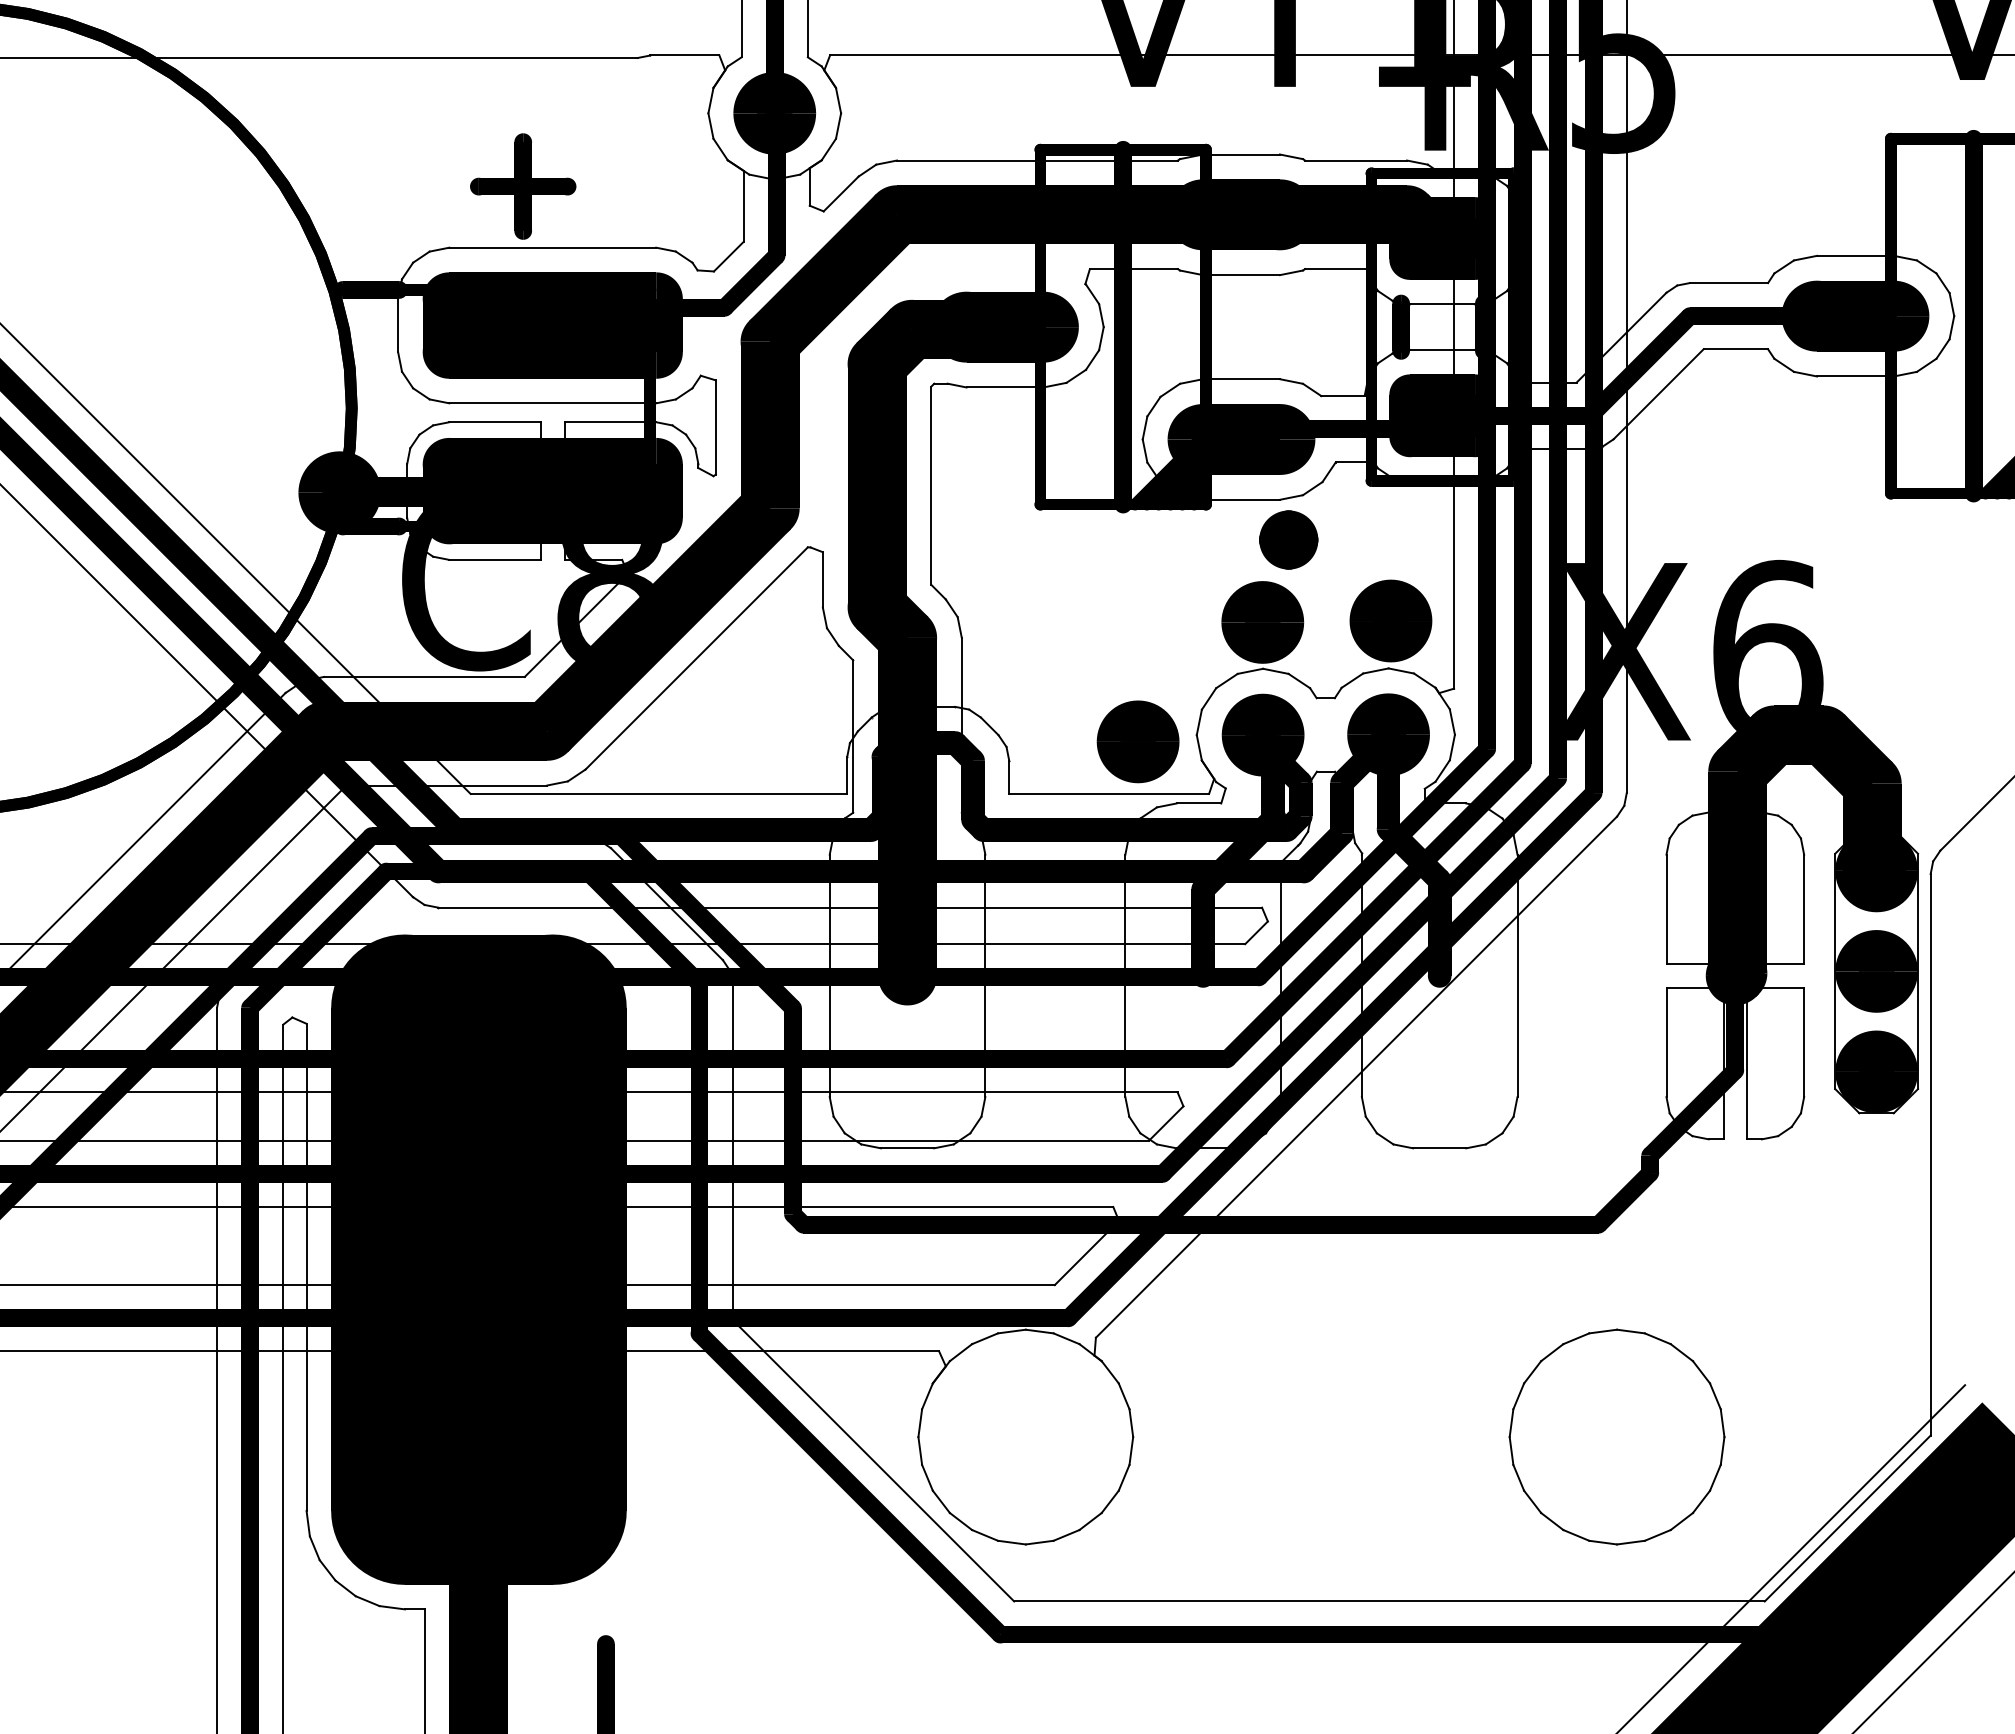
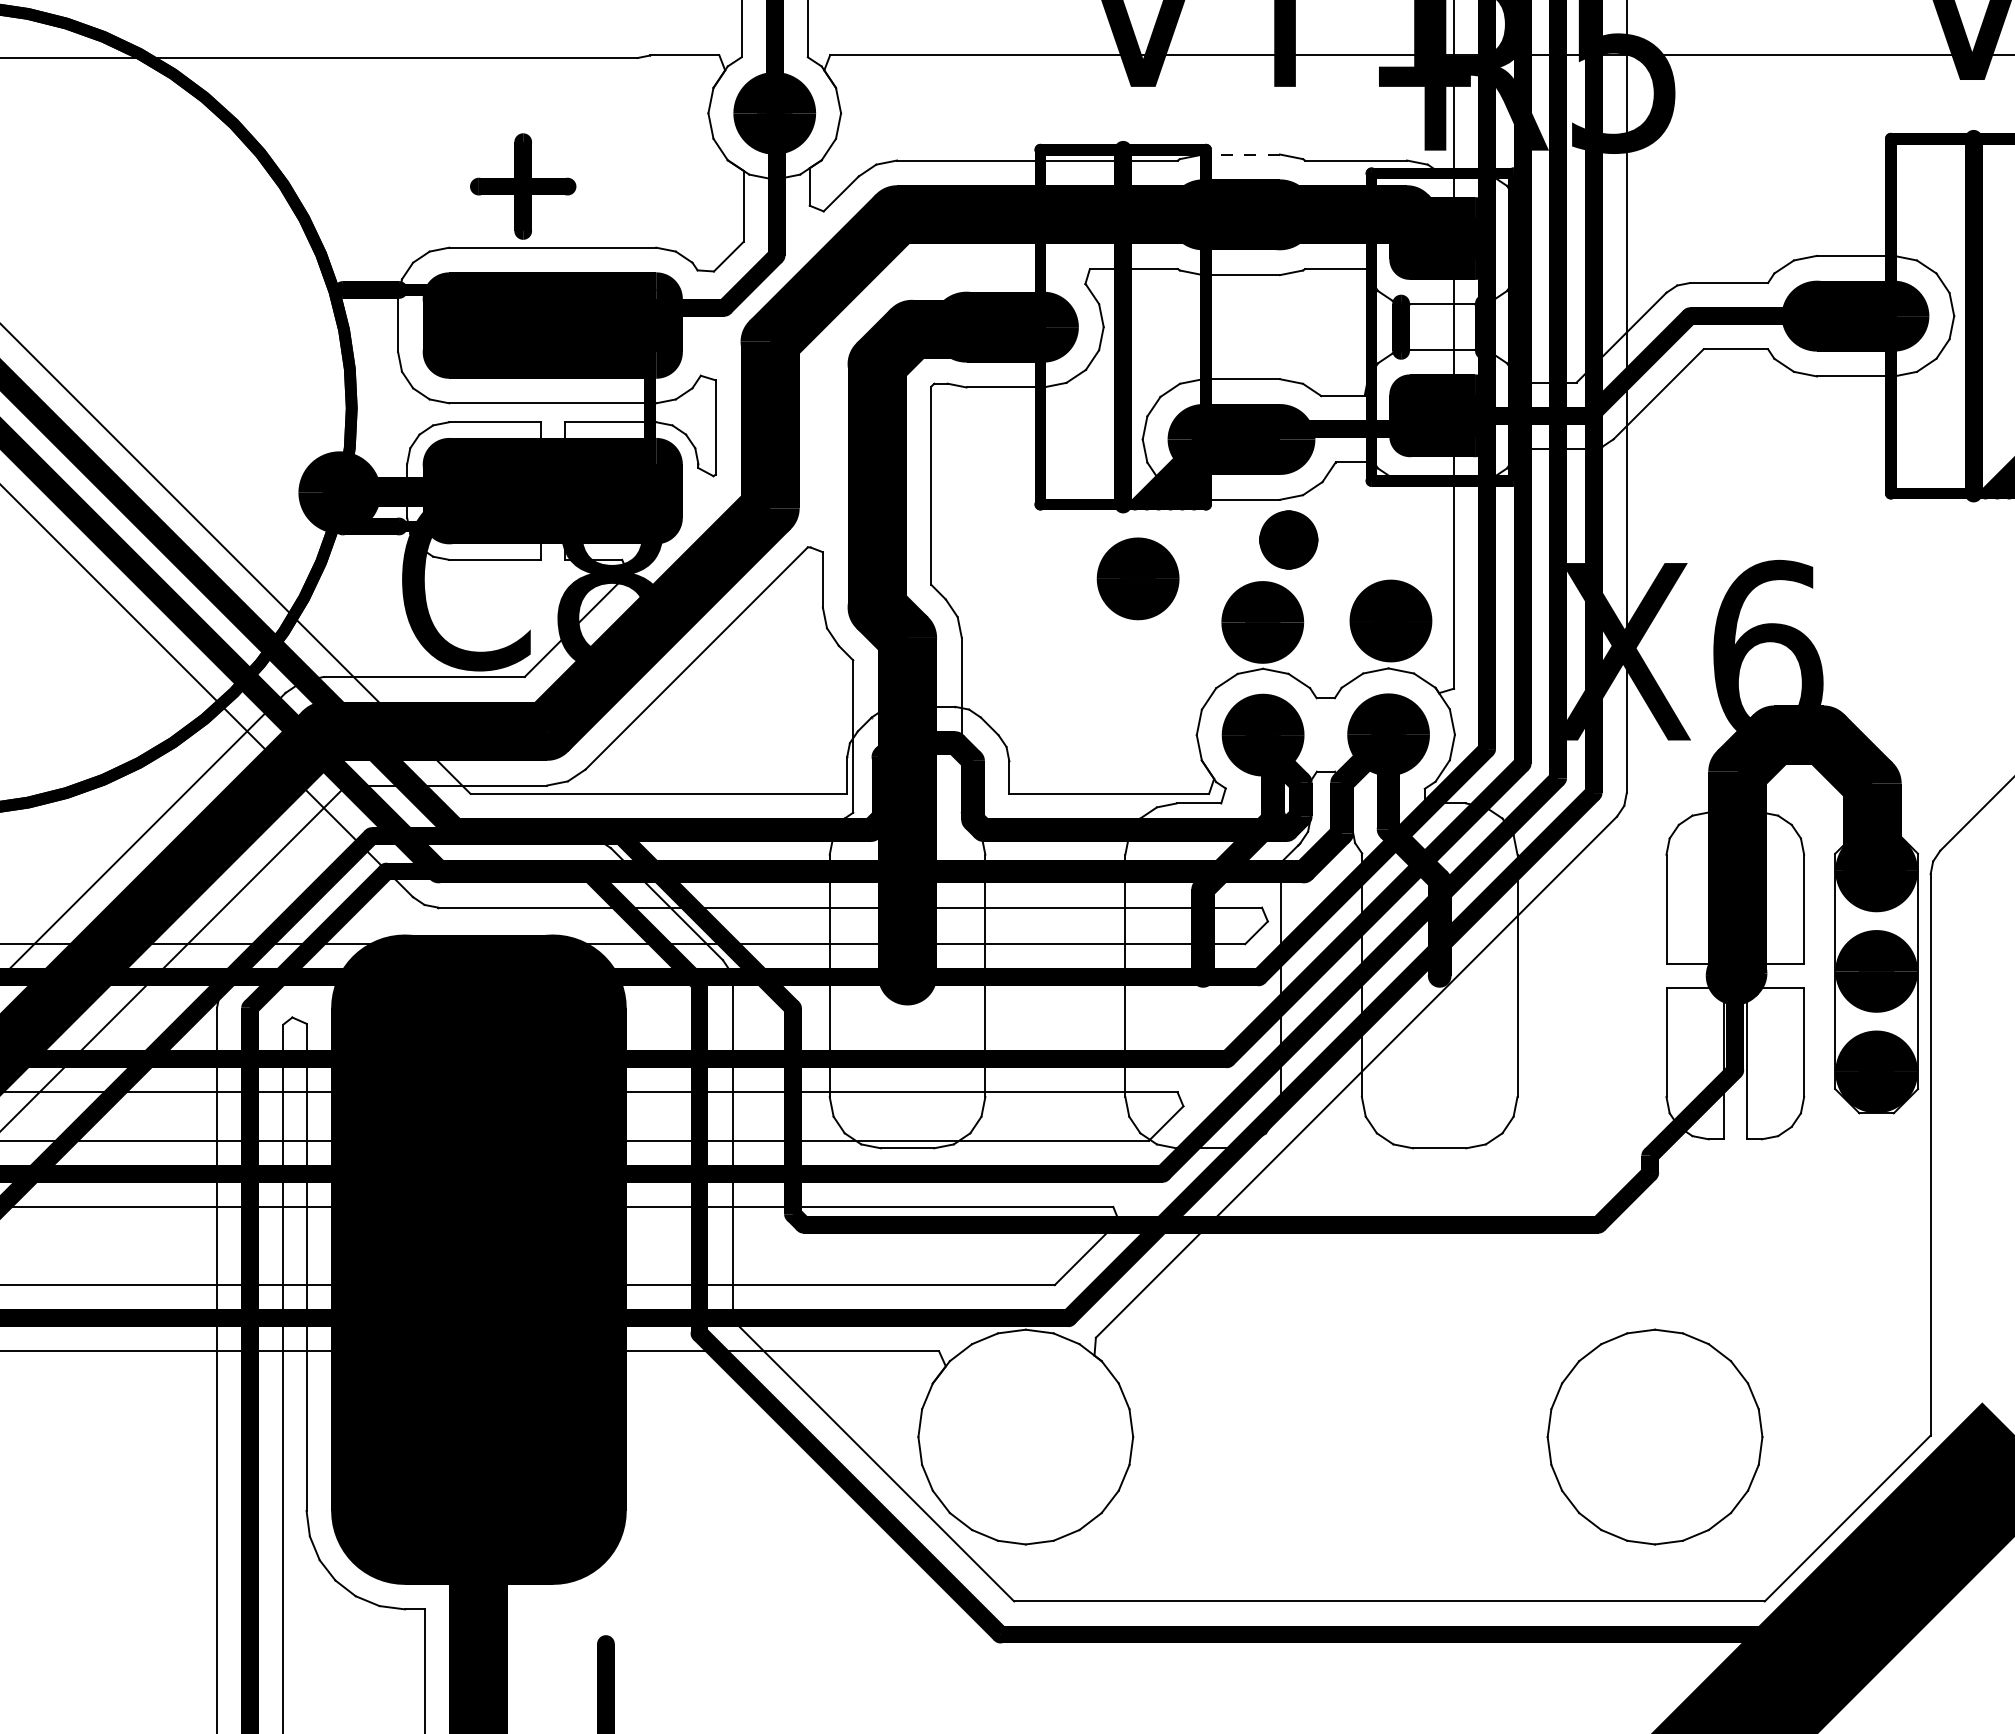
line at (1241, 154): solid -> dashed
part at (1137, 741) position: (1137, 741) -> (1137, 578)
part at (1616, 1436) position: (1616, 1436) -> (1654, 1436)
line at (1792, 1557): present -> none
line at (1933, 1652): present -> none
